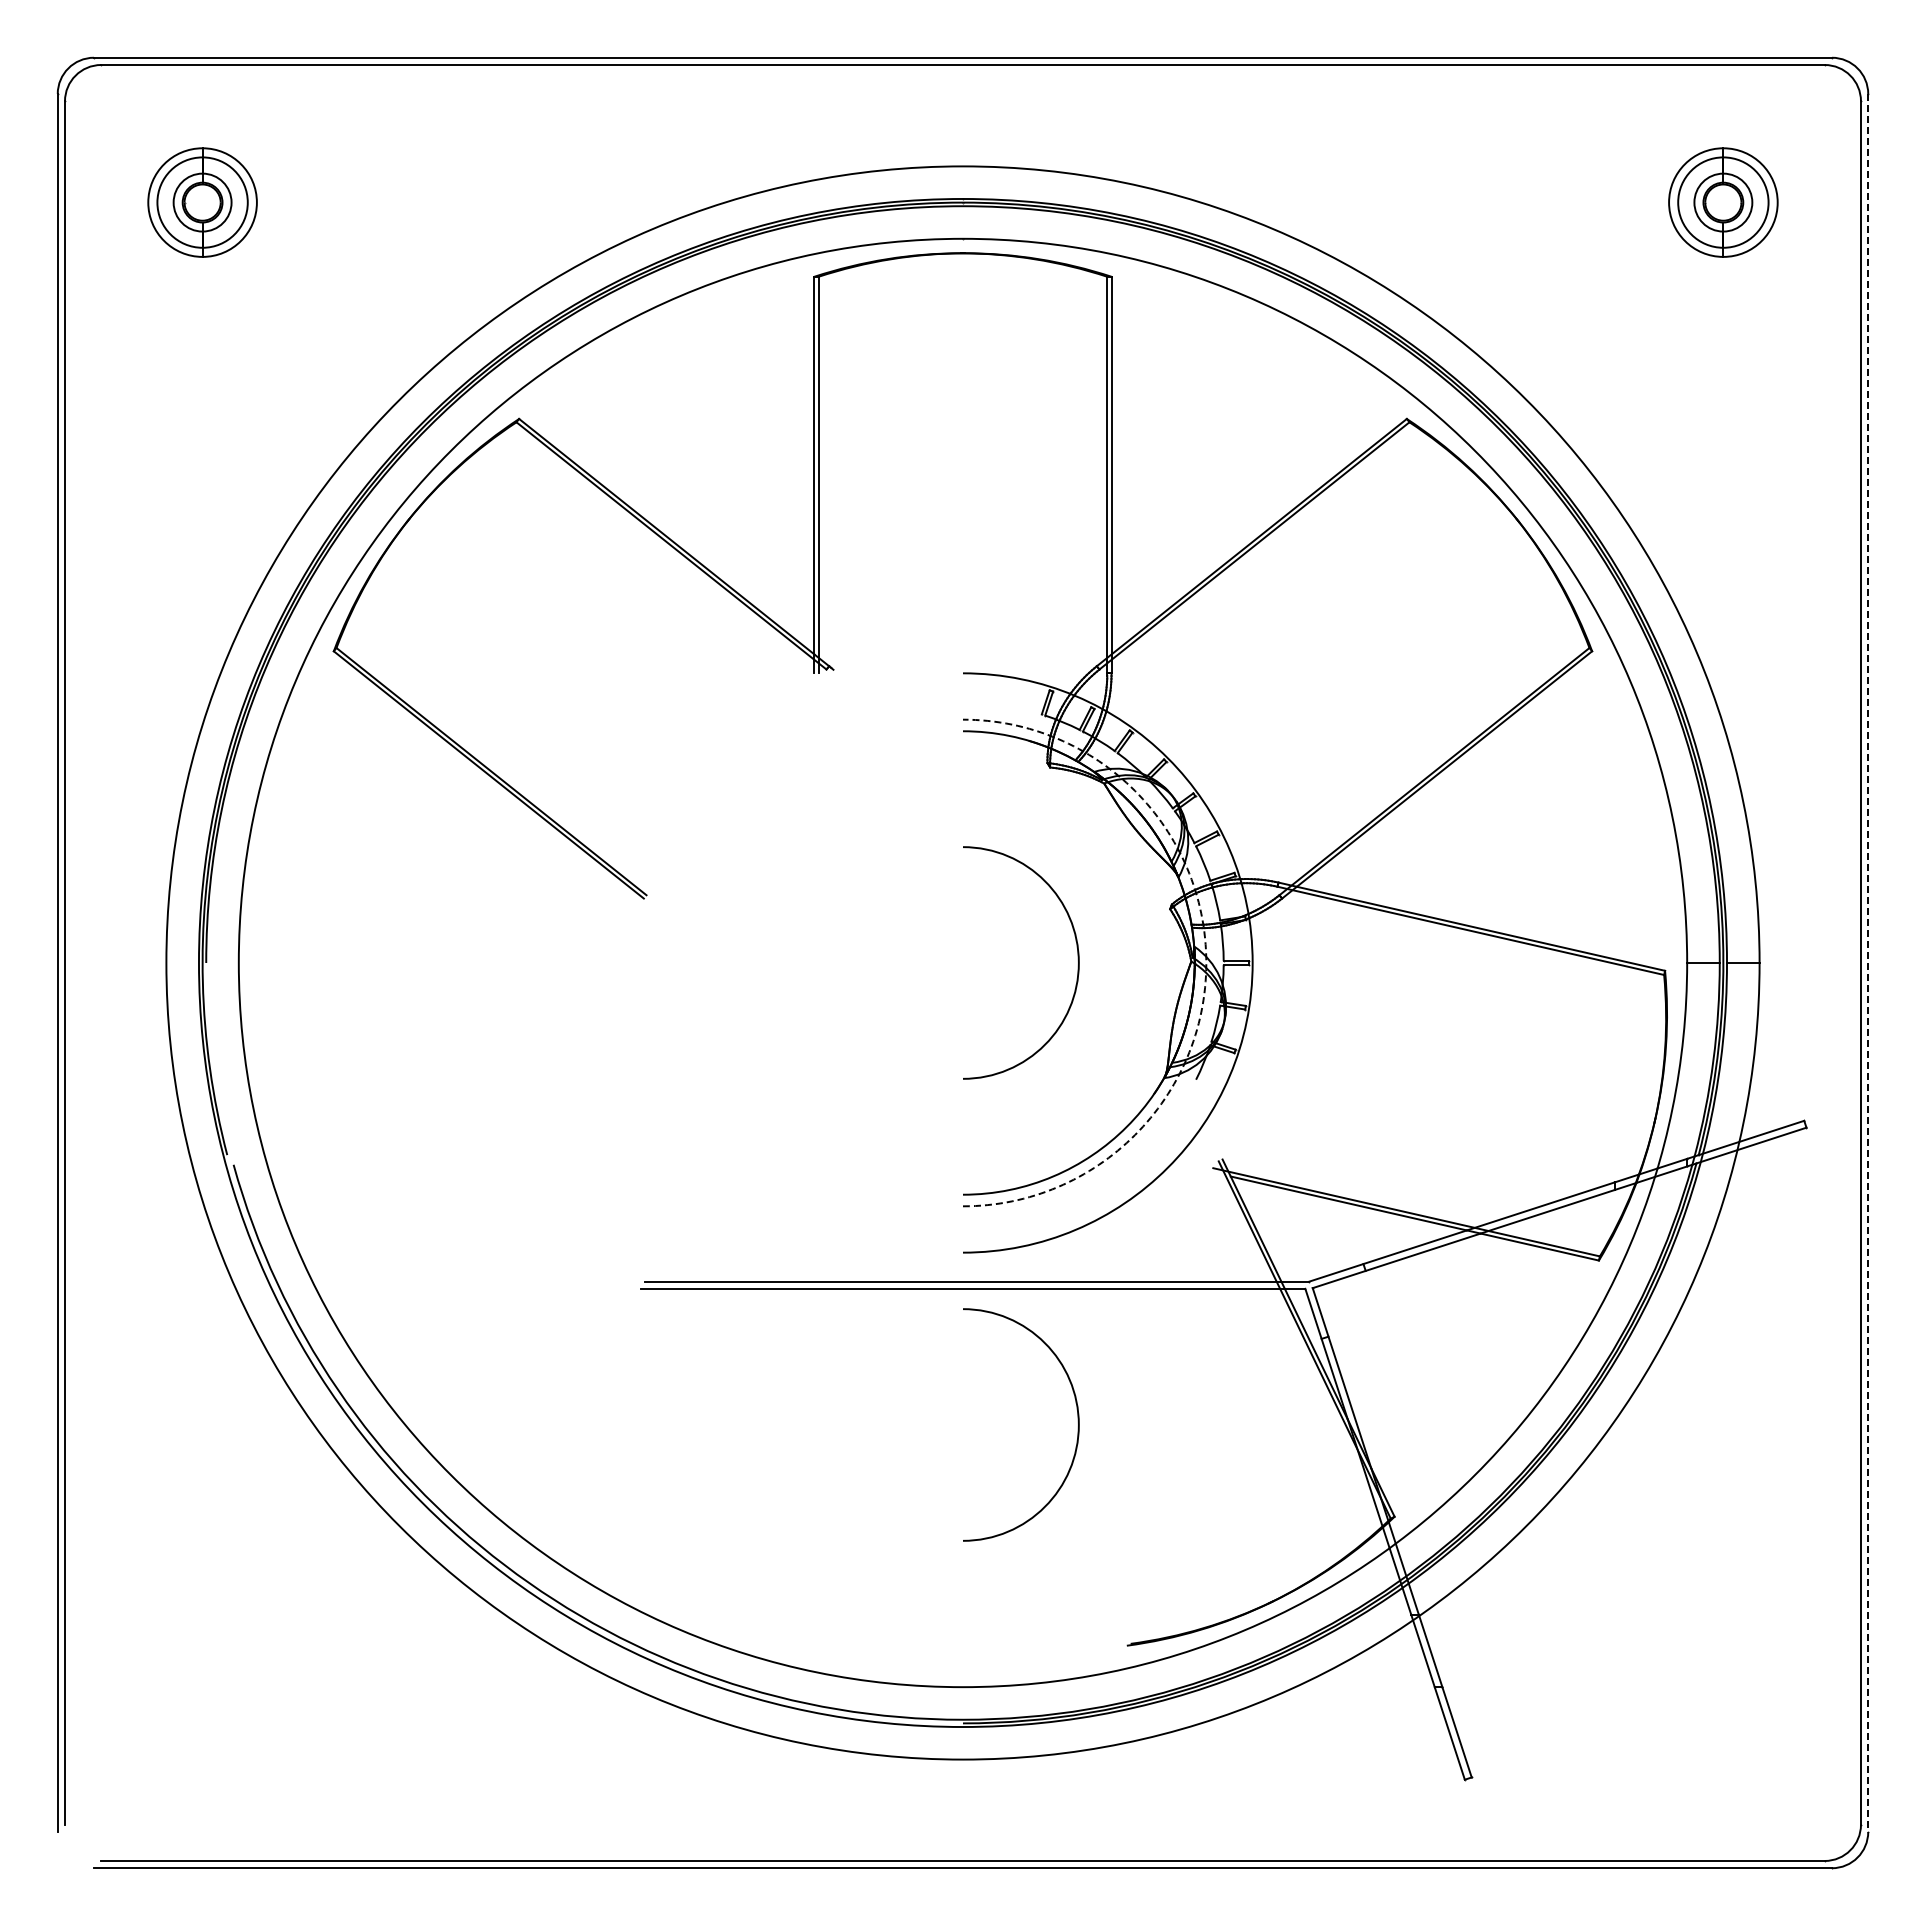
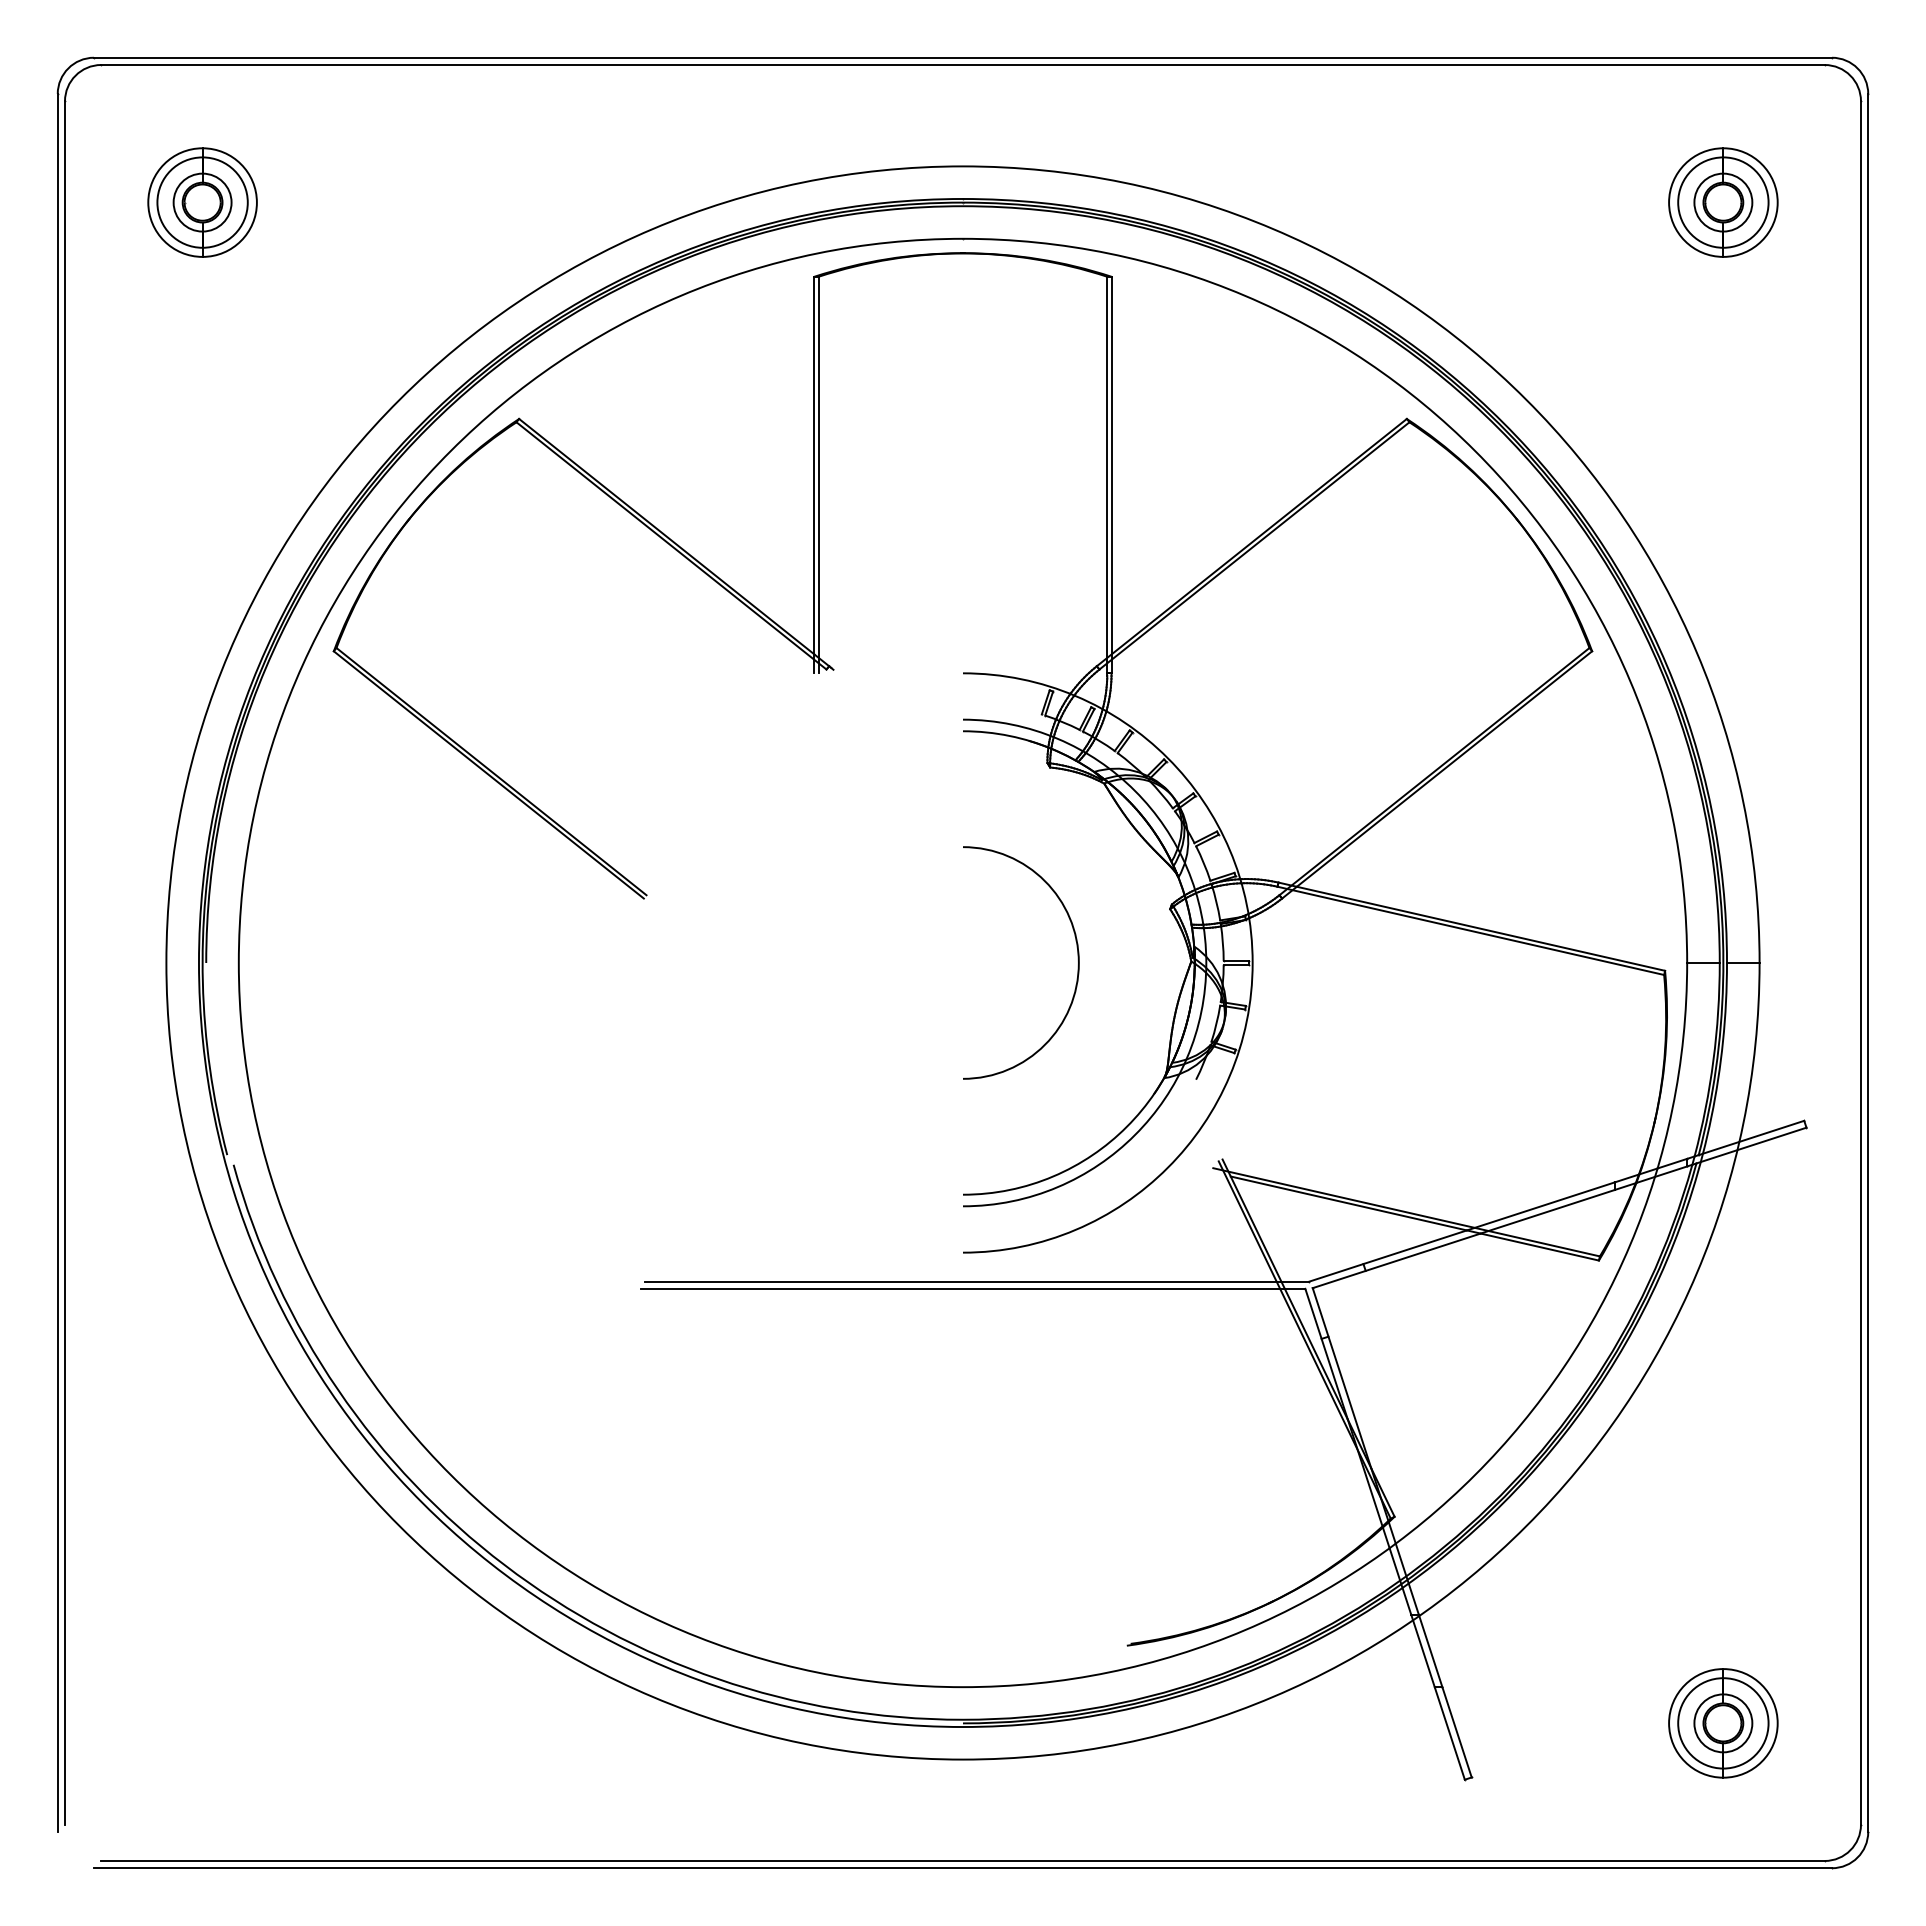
arc at (1206, 963): dashed -> solid
line at (1868, 963): dashed -> solid
arc at (1077, 1422): present -> none
part at (1723, 1723): none -> present
